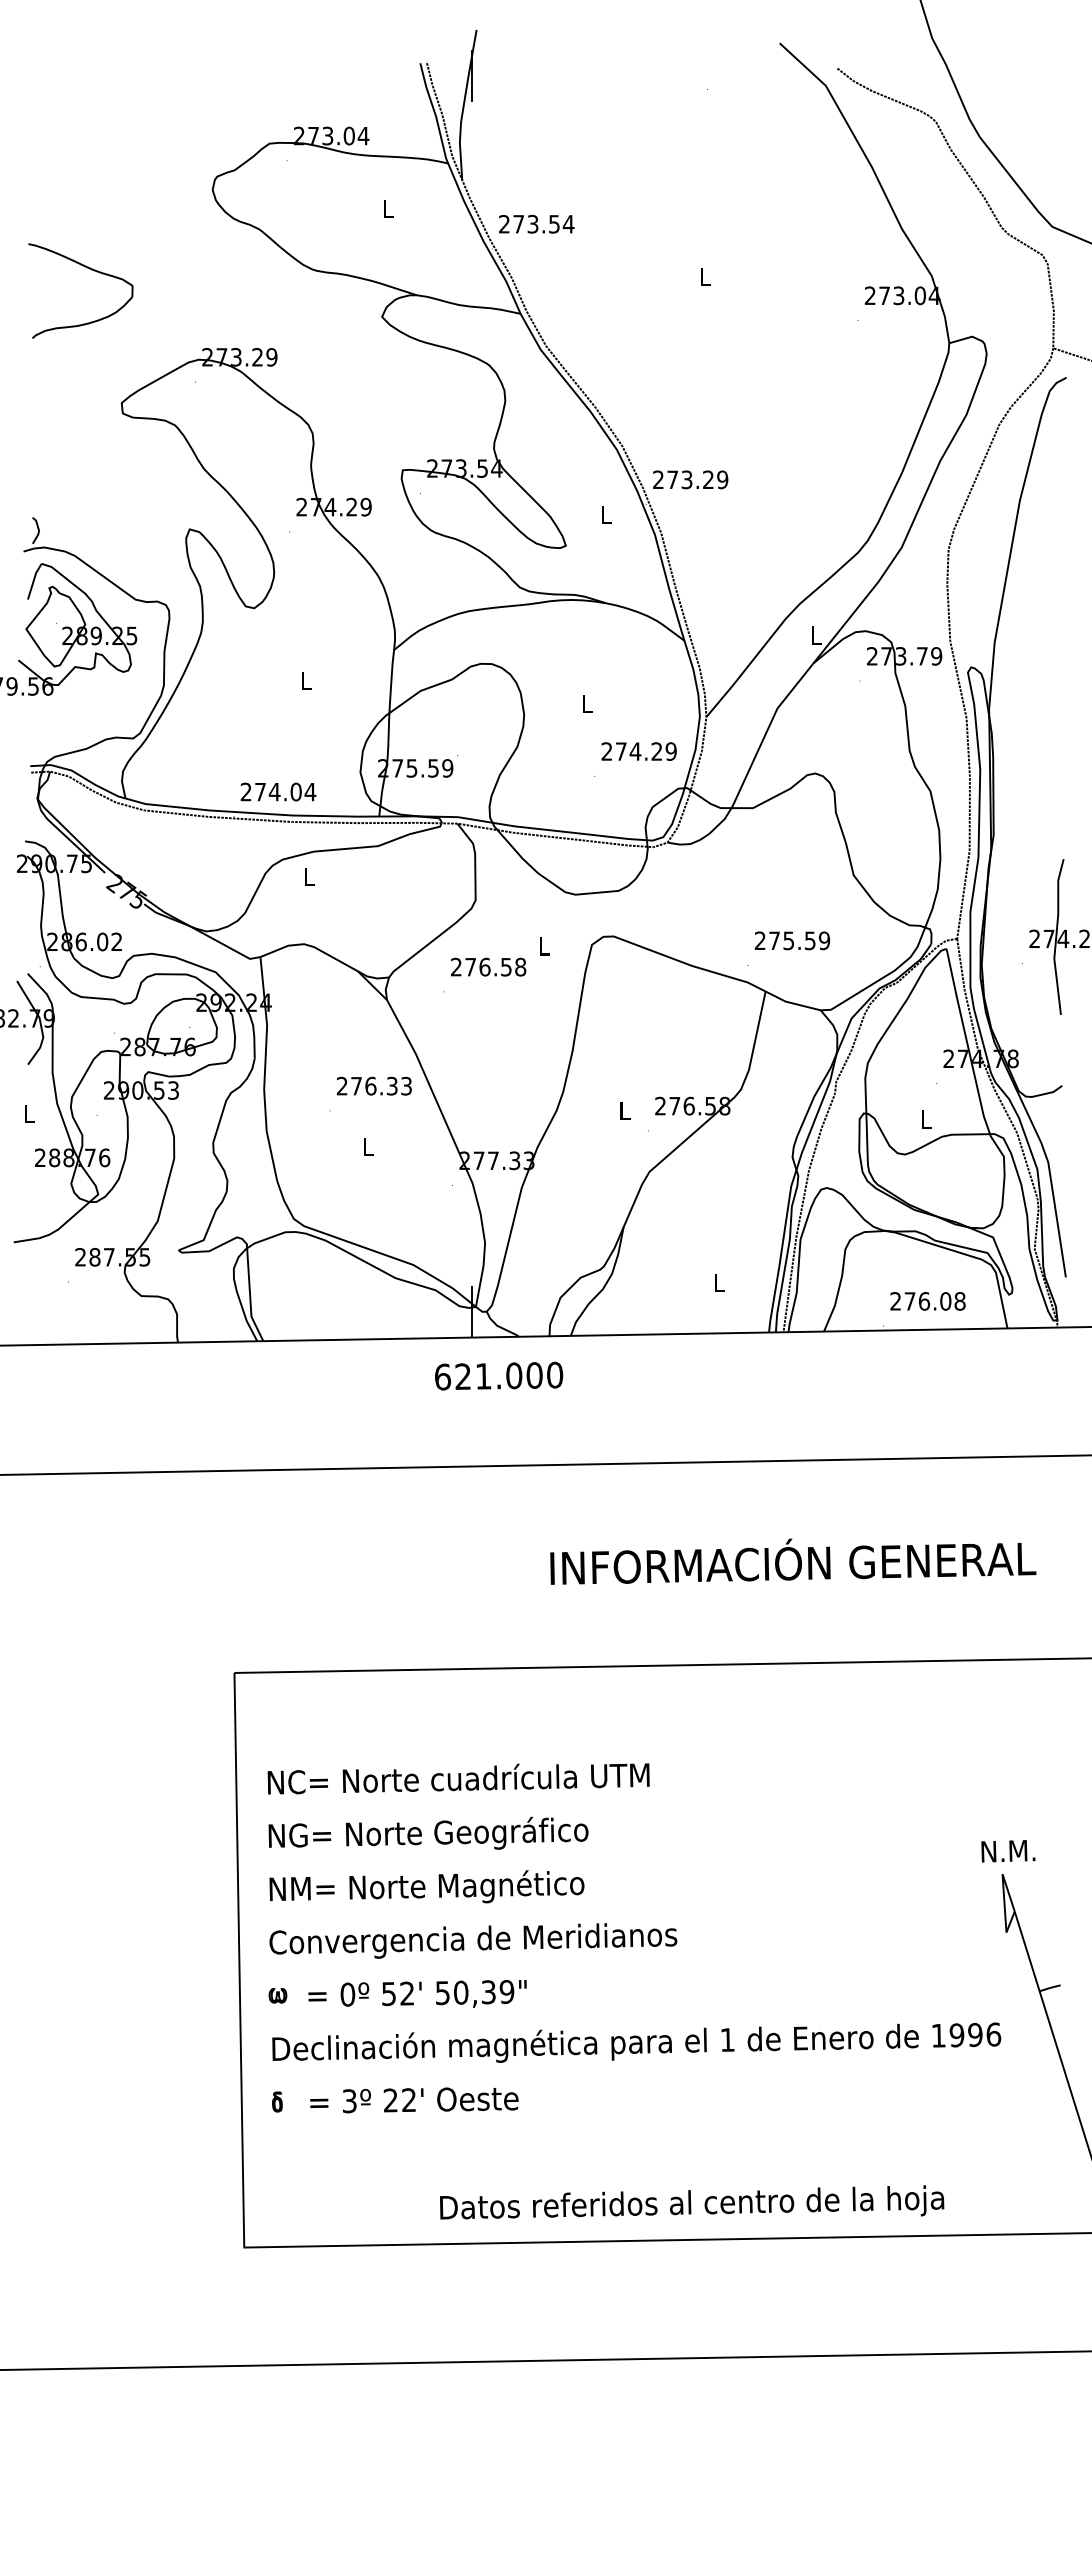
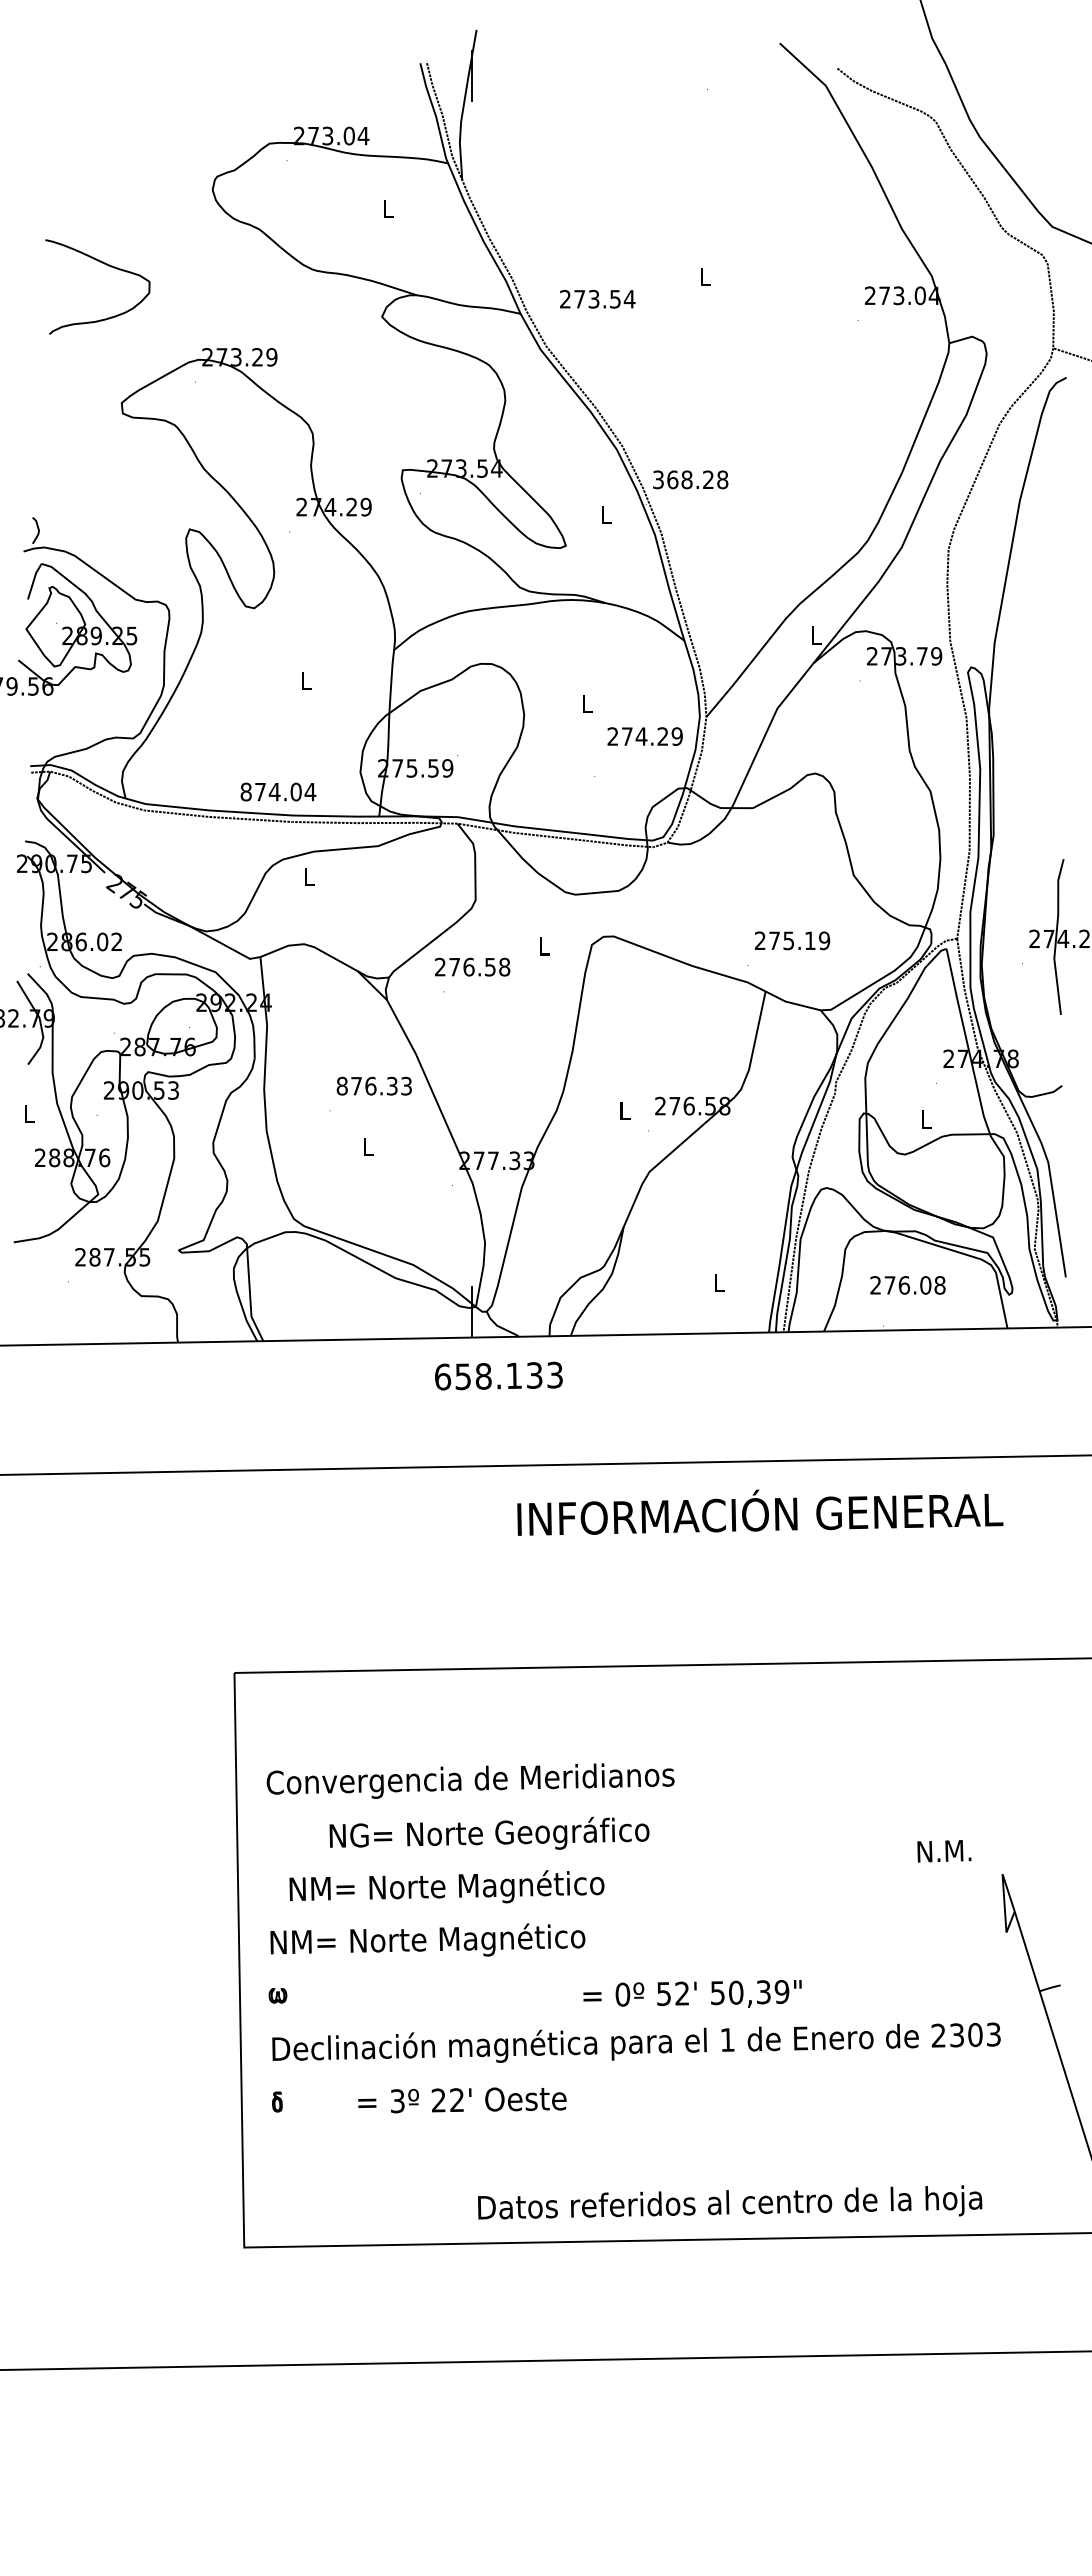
text at (536, 223) position: (536, 223) -> (597, 298)
curve at (91, 270) position: (91, 270) -> (108, 266)
text at (690, 479): 273.29 -> 368.28
text at (638, 751) position: (638, 751) -> (644, 736)
text at (245, 791): 274.04 -> 874.04
text at (810, 940): 275.59 -> 275.19
text at (488, 966) position: (488, 966) -> (472, 966)
text at (341, 1086): 276.33 -> 876.33
text at (927, 1301) position: (927, 1301) -> (907, 1285)
text at (509, 1375): 621.000 -> 658.133
text at (793, 1561) position: (793, 1561) -> (760, 1512)
text at (470, 1780): NC= Norte cuadrícula UTM -> Convergencia de Meridianos
text at (428, 1832) position: (428, 1832) -> (489, 1832)
text at (1008, 1851) position: (1008, 1851) -> (944, 1851)
text at (426, 1886) position: (426, 1886) -> (446, 1886)
text at (473, 1940): Convergencia de Meridianos -> NM= Norte Magnético
text at (417, 1993) position: (417, 1993) -> (692, 1993)
text at (966, 2034): 1996 -> 2303
text at (414, 2100) position: (414, 2100) -> (462, 2100)
text at (692, 2202) position: (692, 2202) -> (730, 2202)
